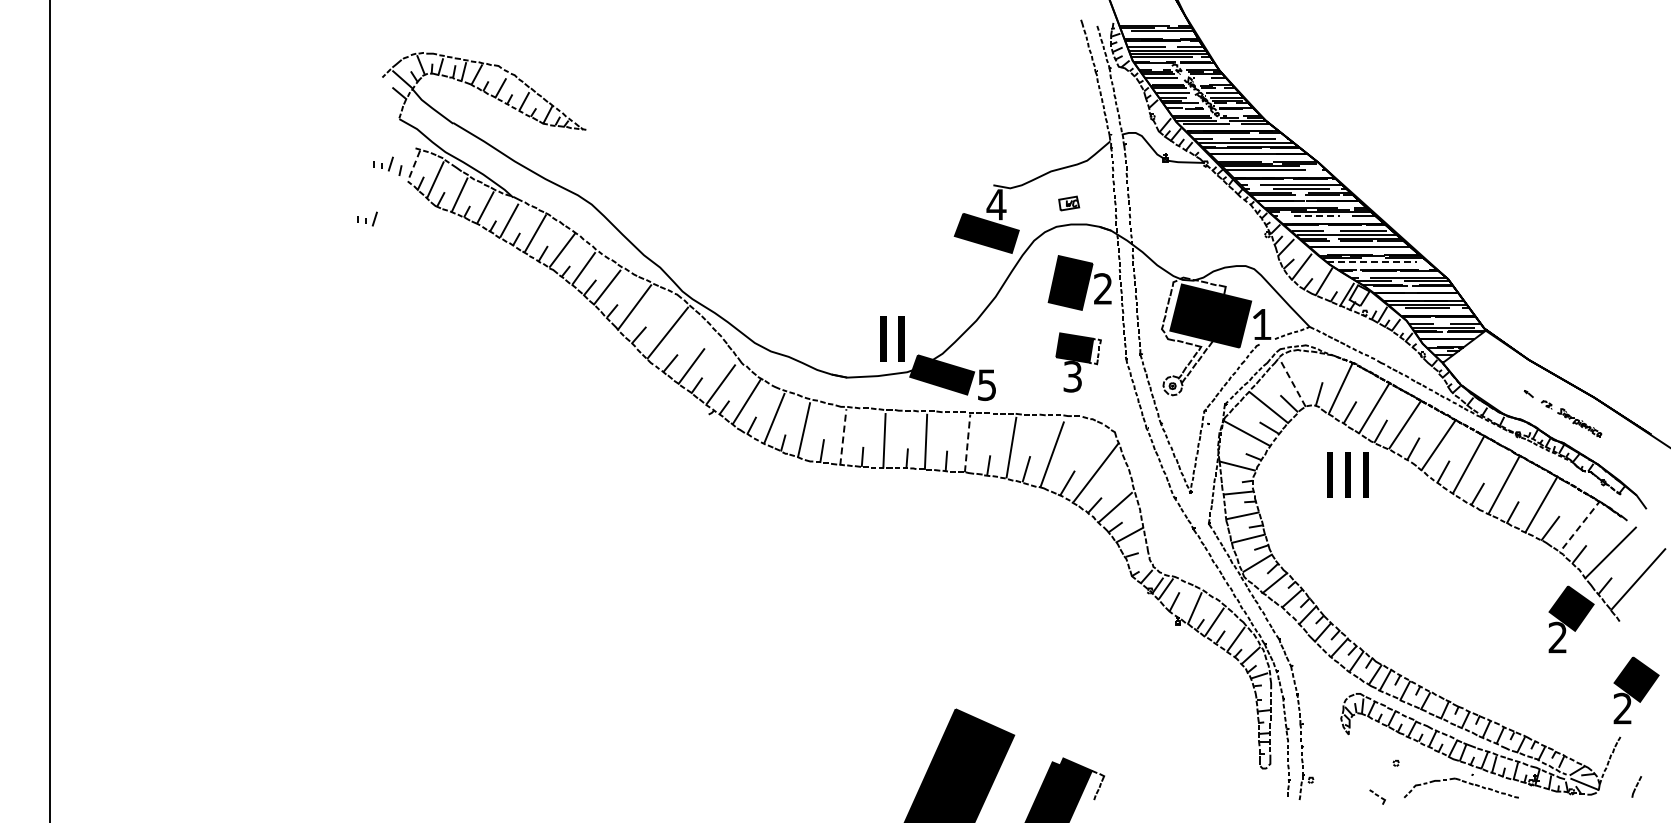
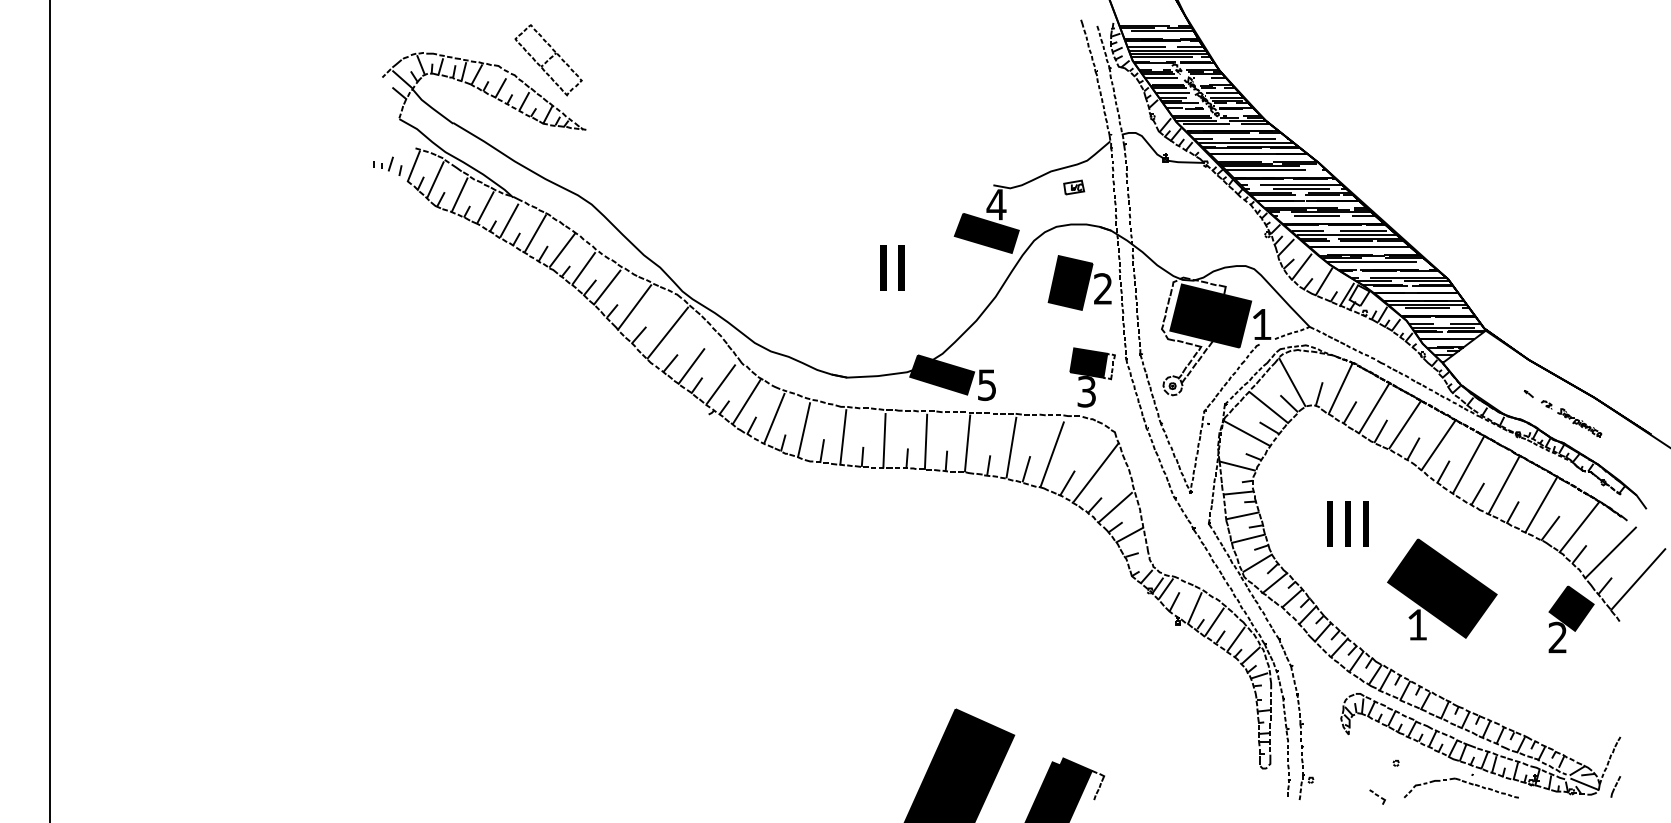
part at (548, 60): none -> present
line at (412, 168): dashed -> solid
part at (1069, 203) position: (1069, 203) -> (1074, 187)
line at (1317, 216): dashed -> solid
part at (367, 218): present -> none
line at (1371, 262): dashed -> solid
text at (892, 338) position: (892, 338) -> (892, 267)
part at (1078, 362) position: (1078, 362) -> (1092, 377)
line at (1292, 381): dashed -> solid
line at (843, 436): dashed -> solid
line at (967, 443): dashed -> solid
text at (1347, 474) position: (1347, 474) -> (1347, 523)
line at (1576, 530): dashed -> solid
part at (1442, 589): none -> present
part at (1636, 689): present -> none
part at (1636, 786) position: (1636, 786) -> (1615, 786)
